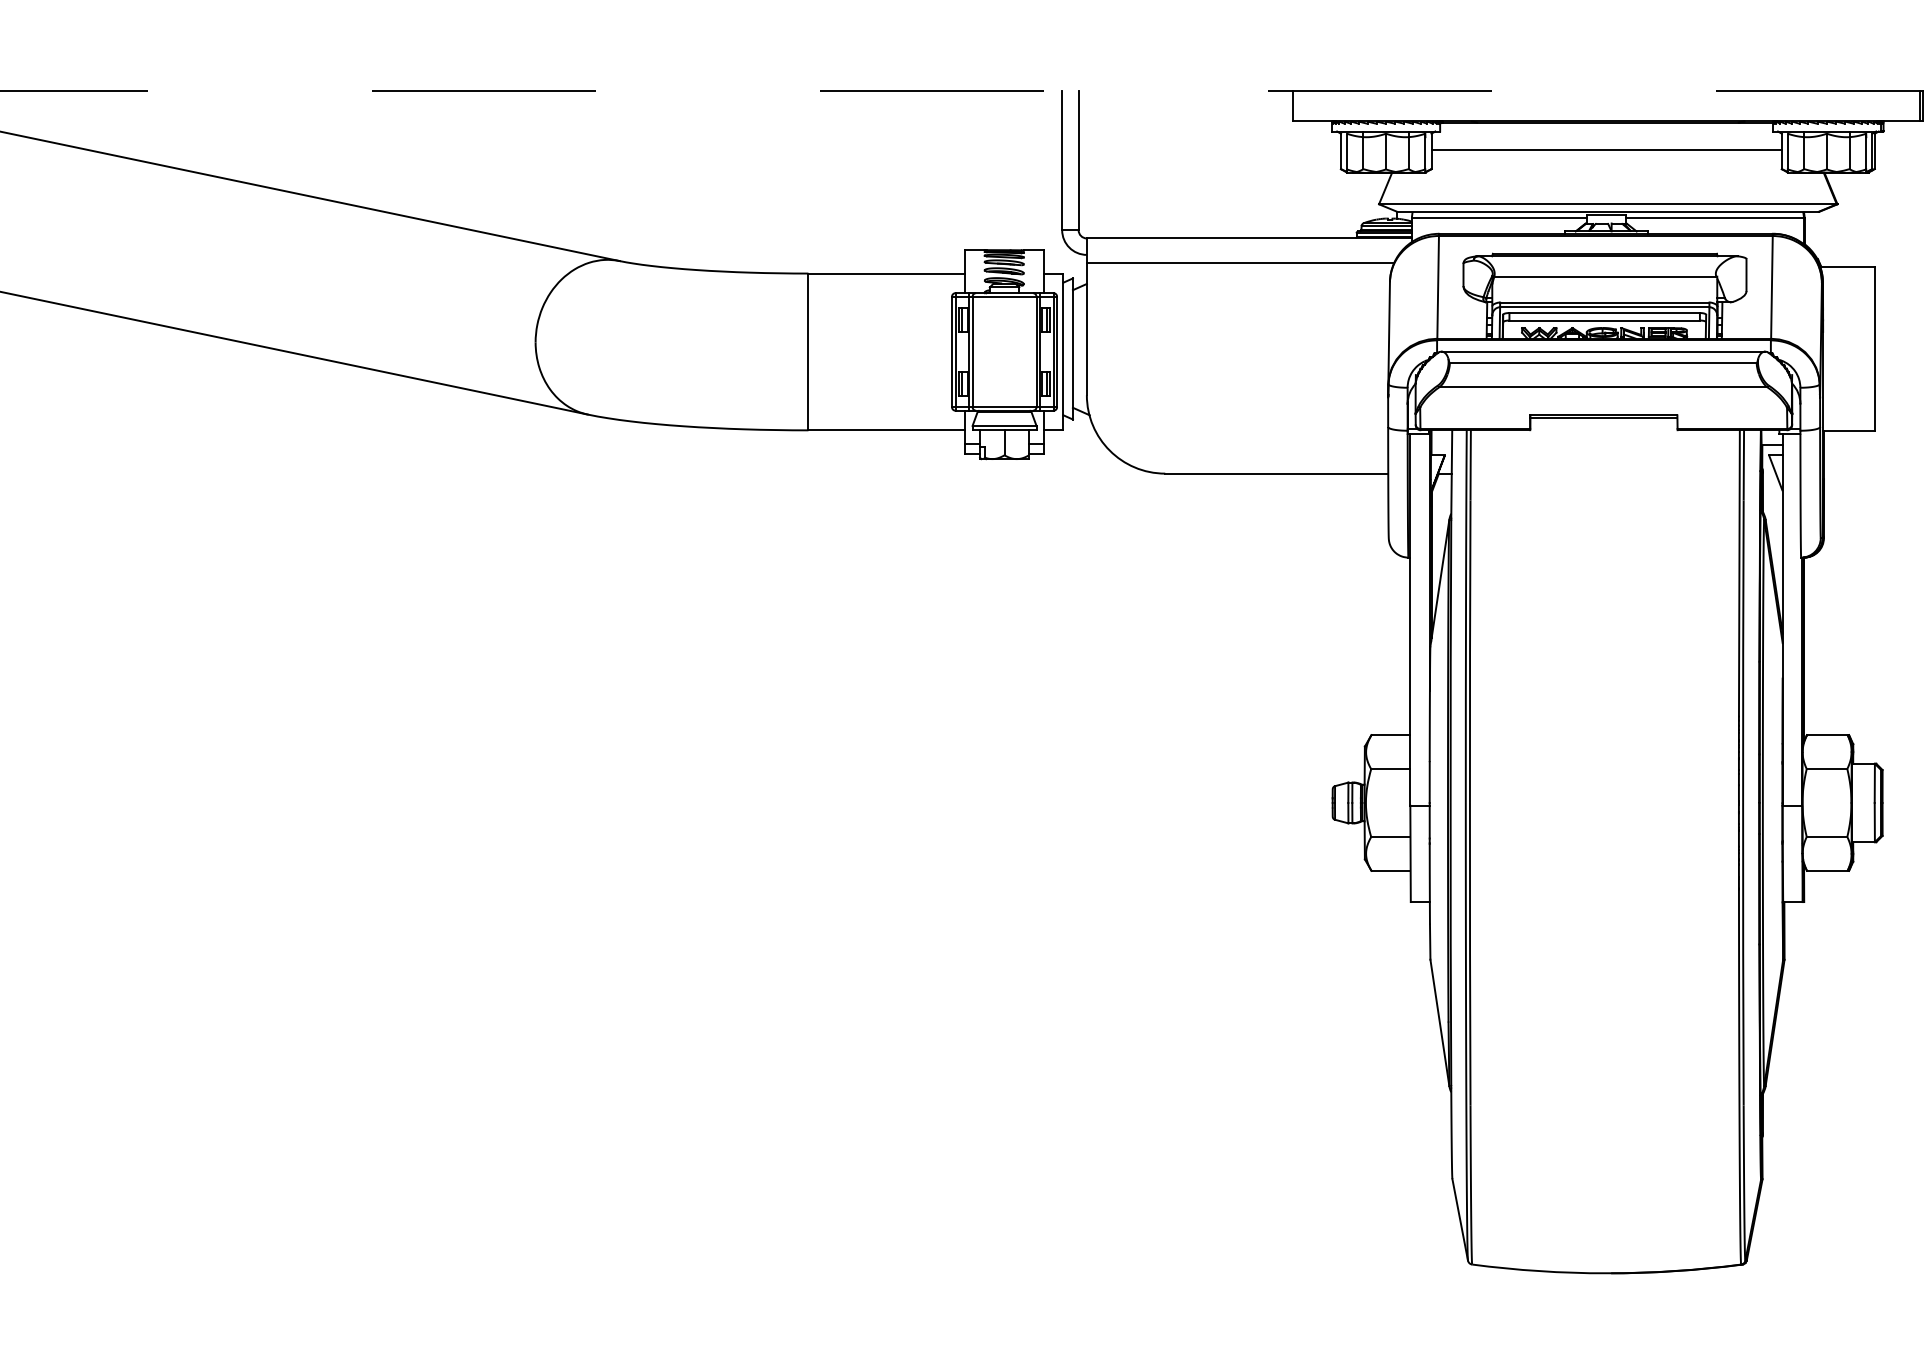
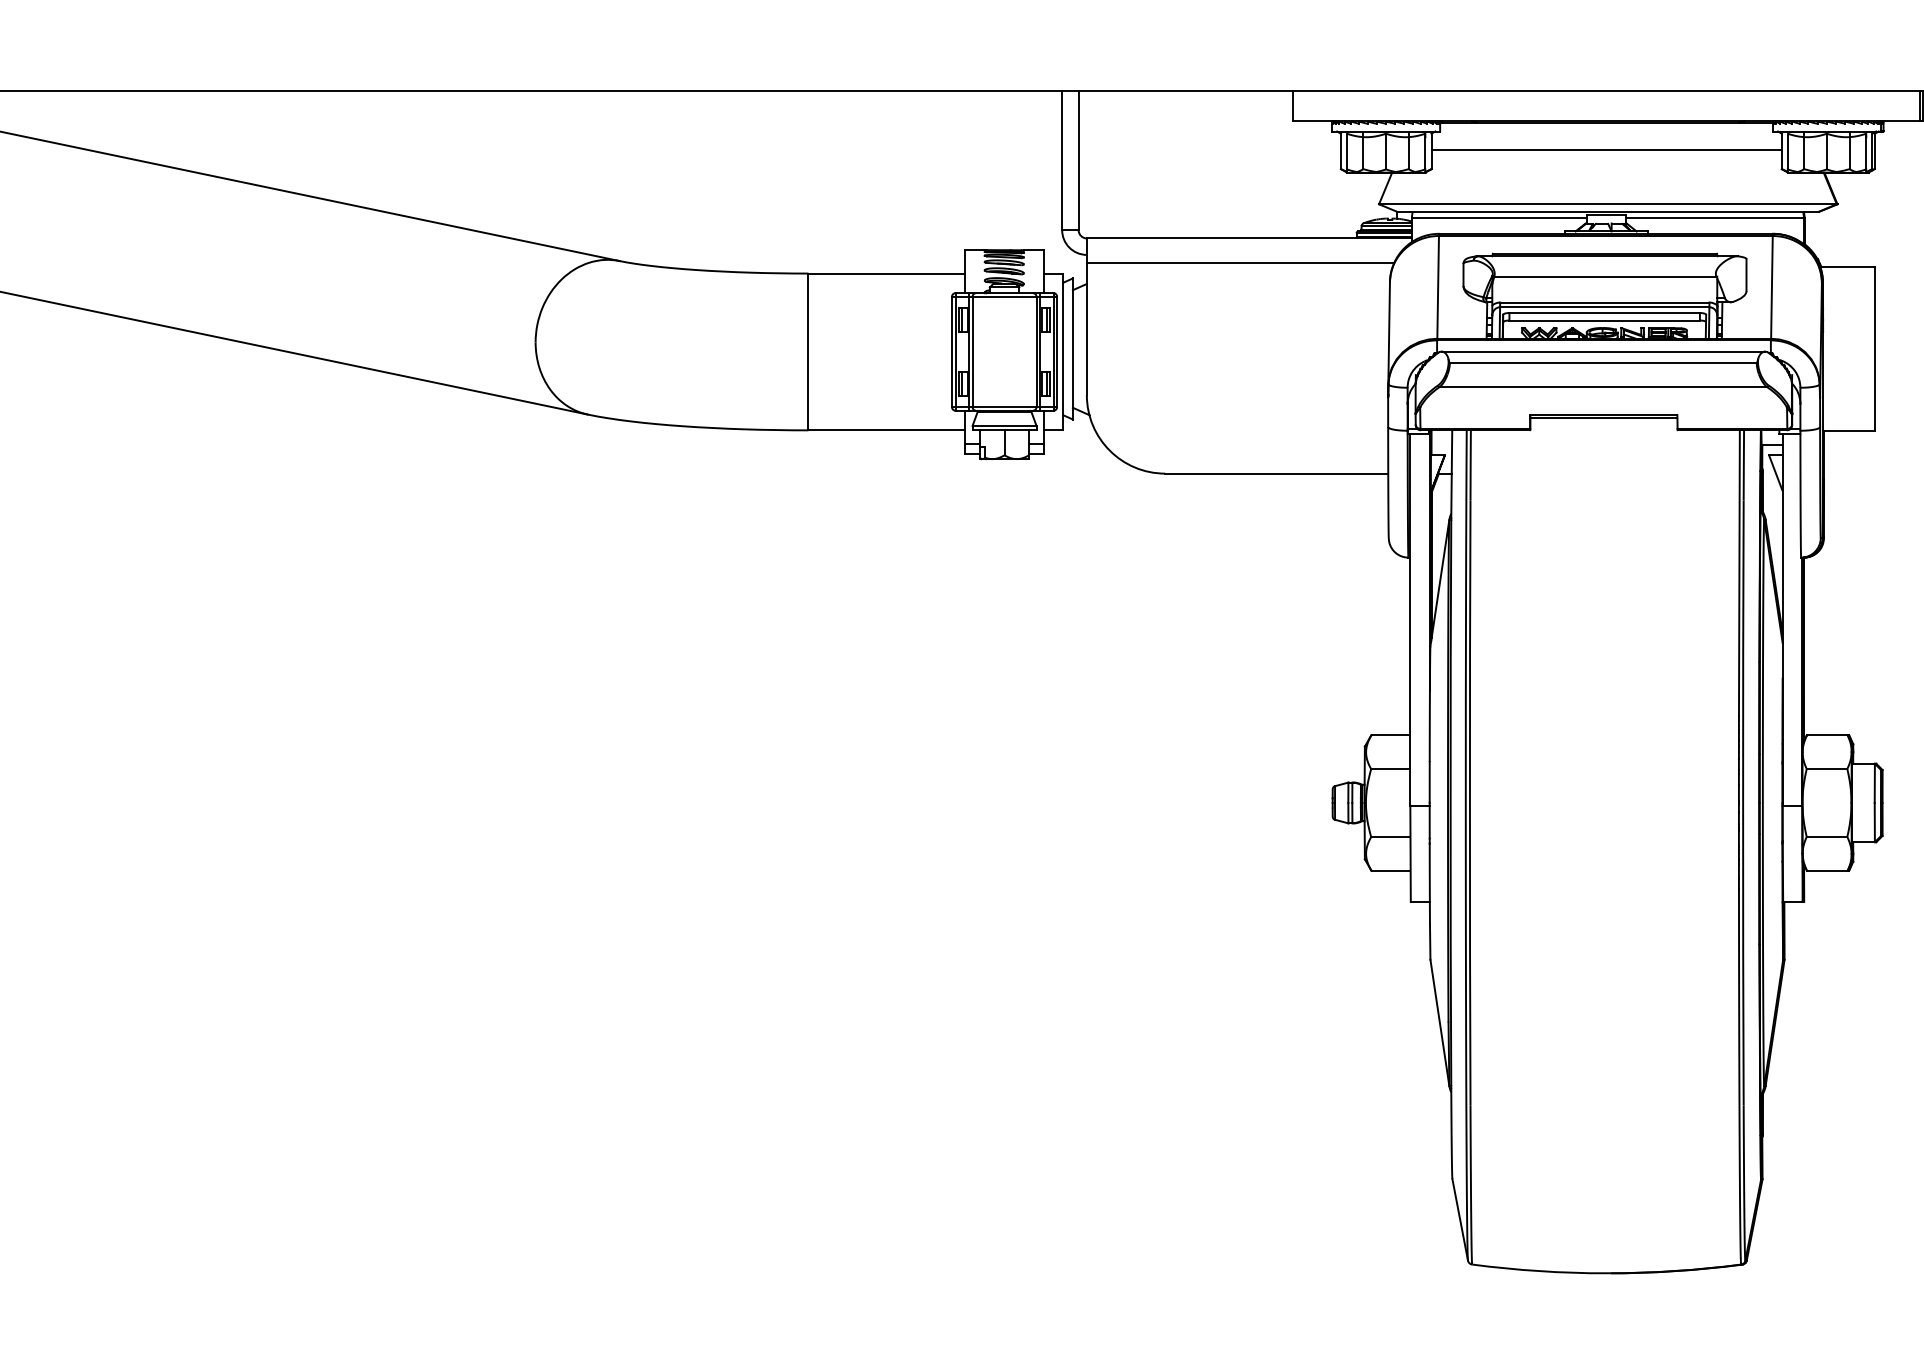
line at (961, 91): dashed -> solid
